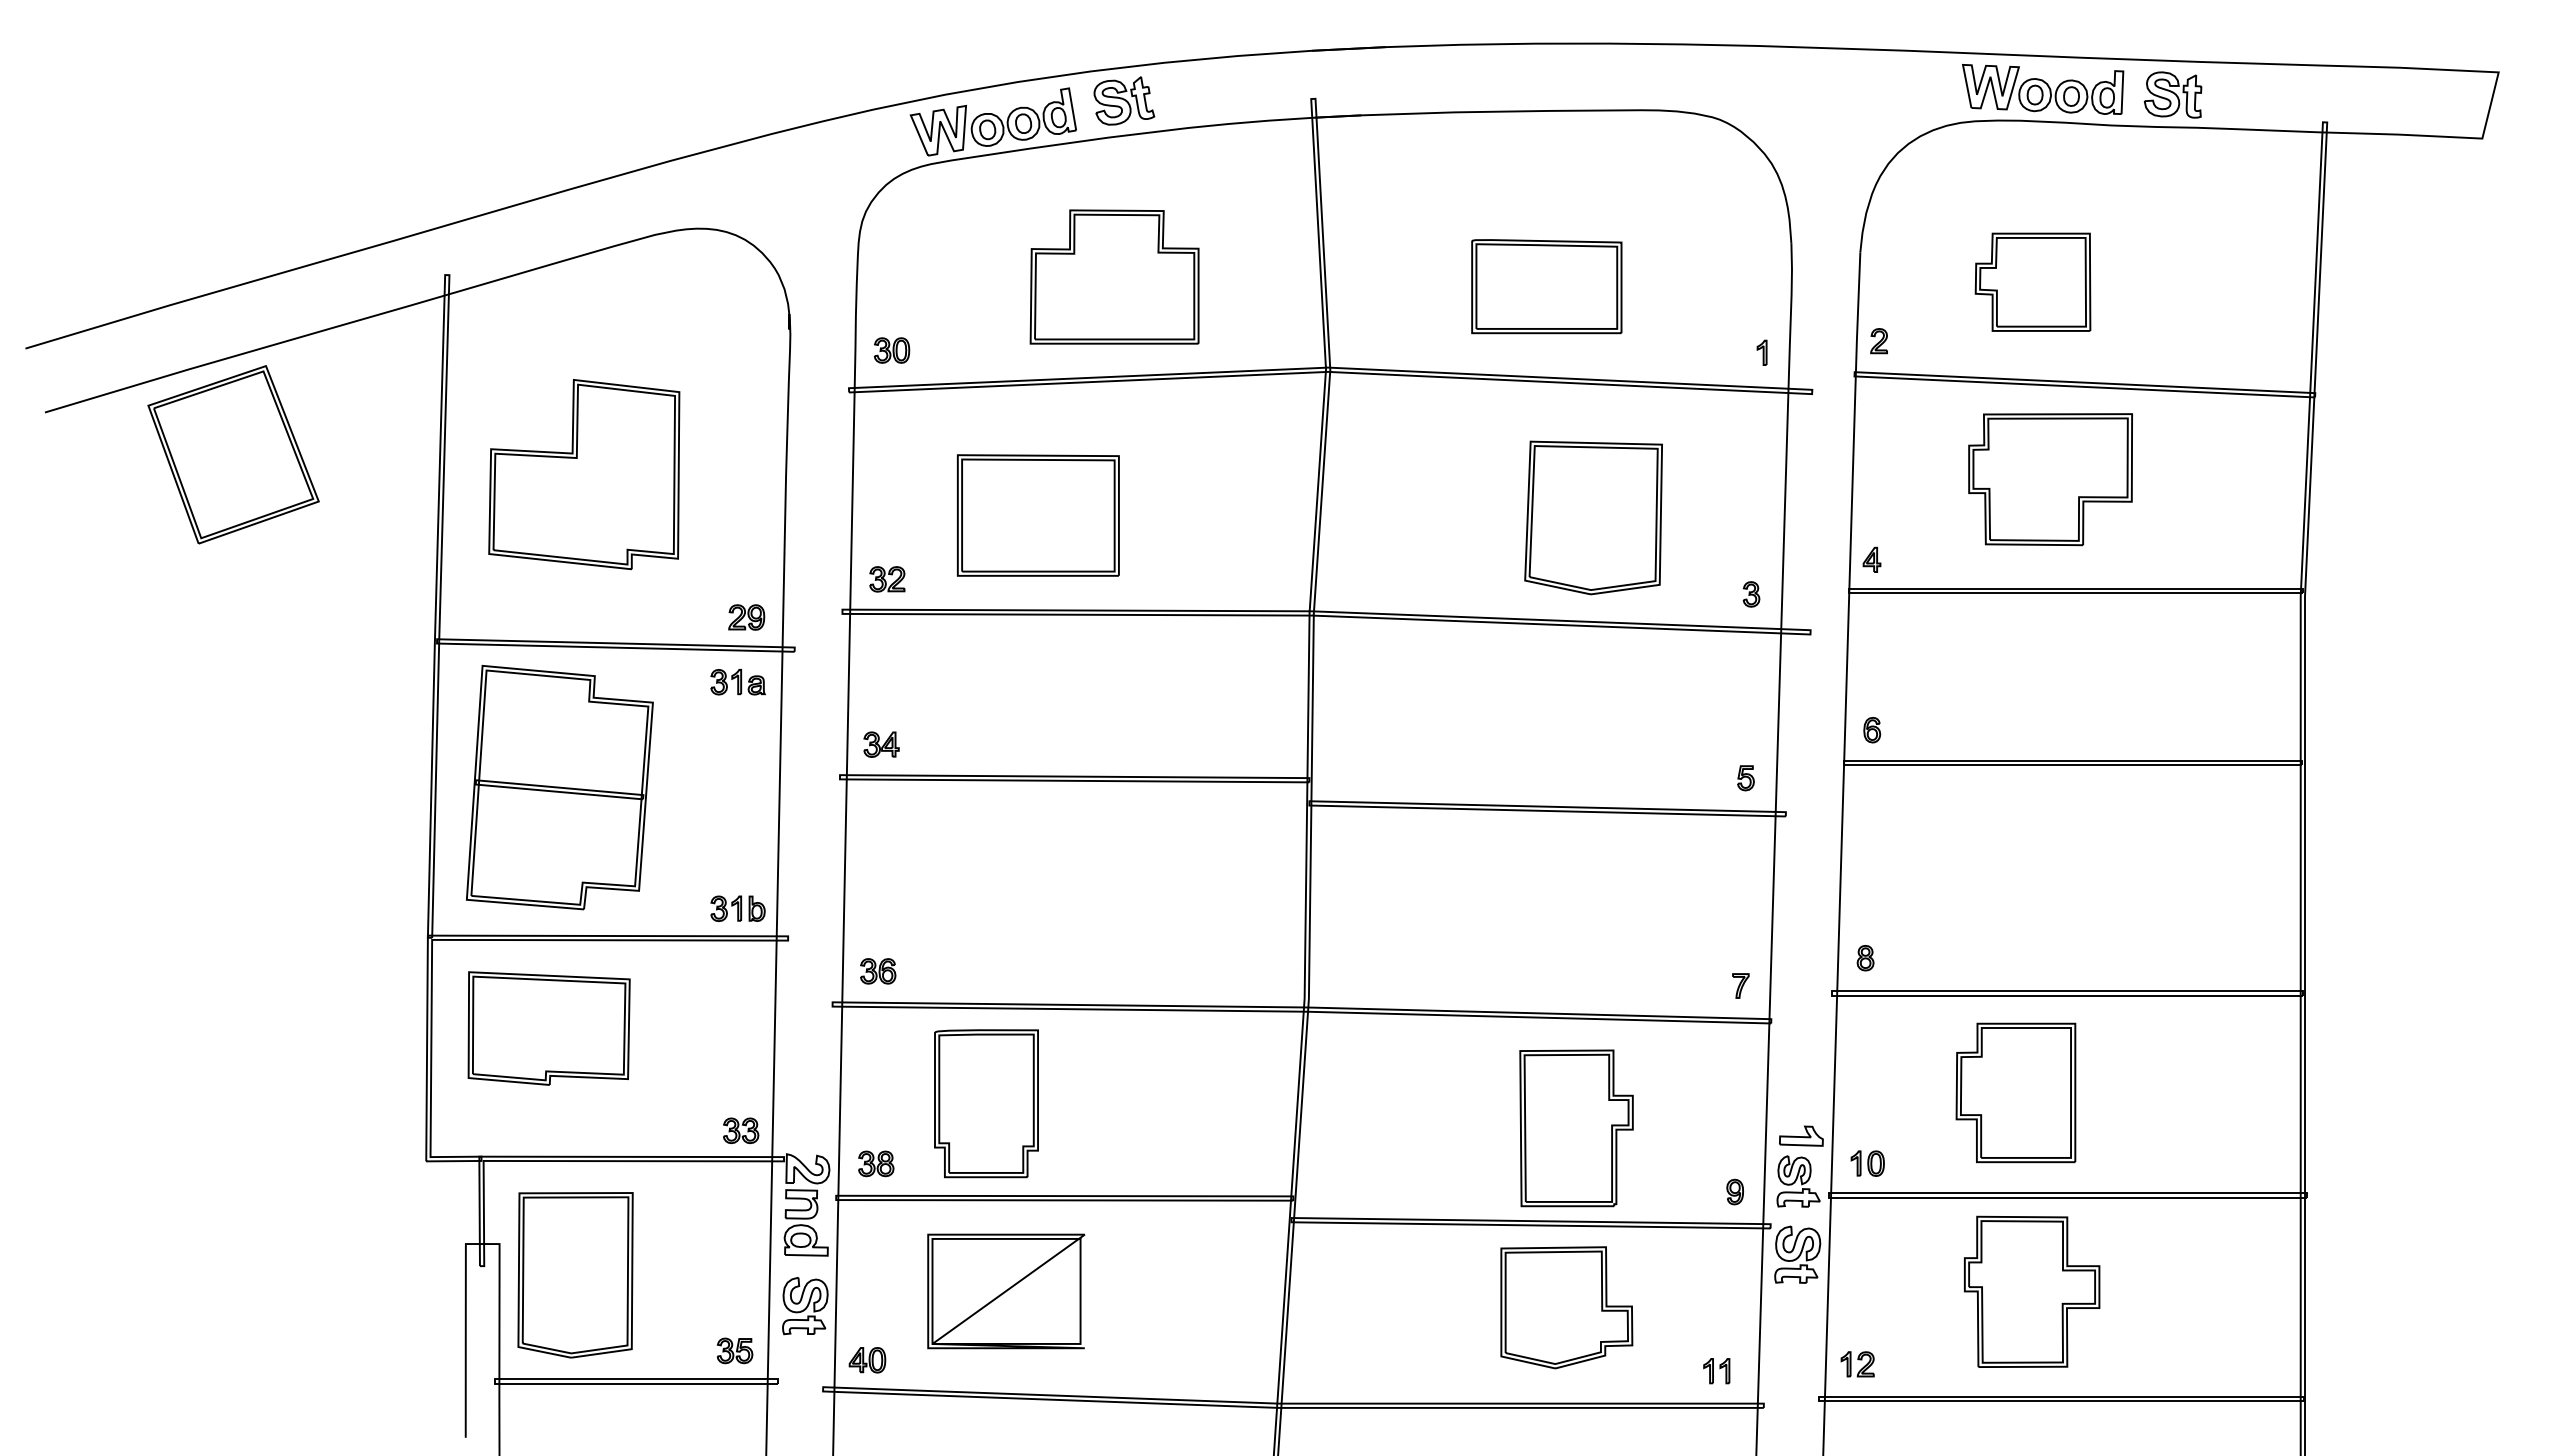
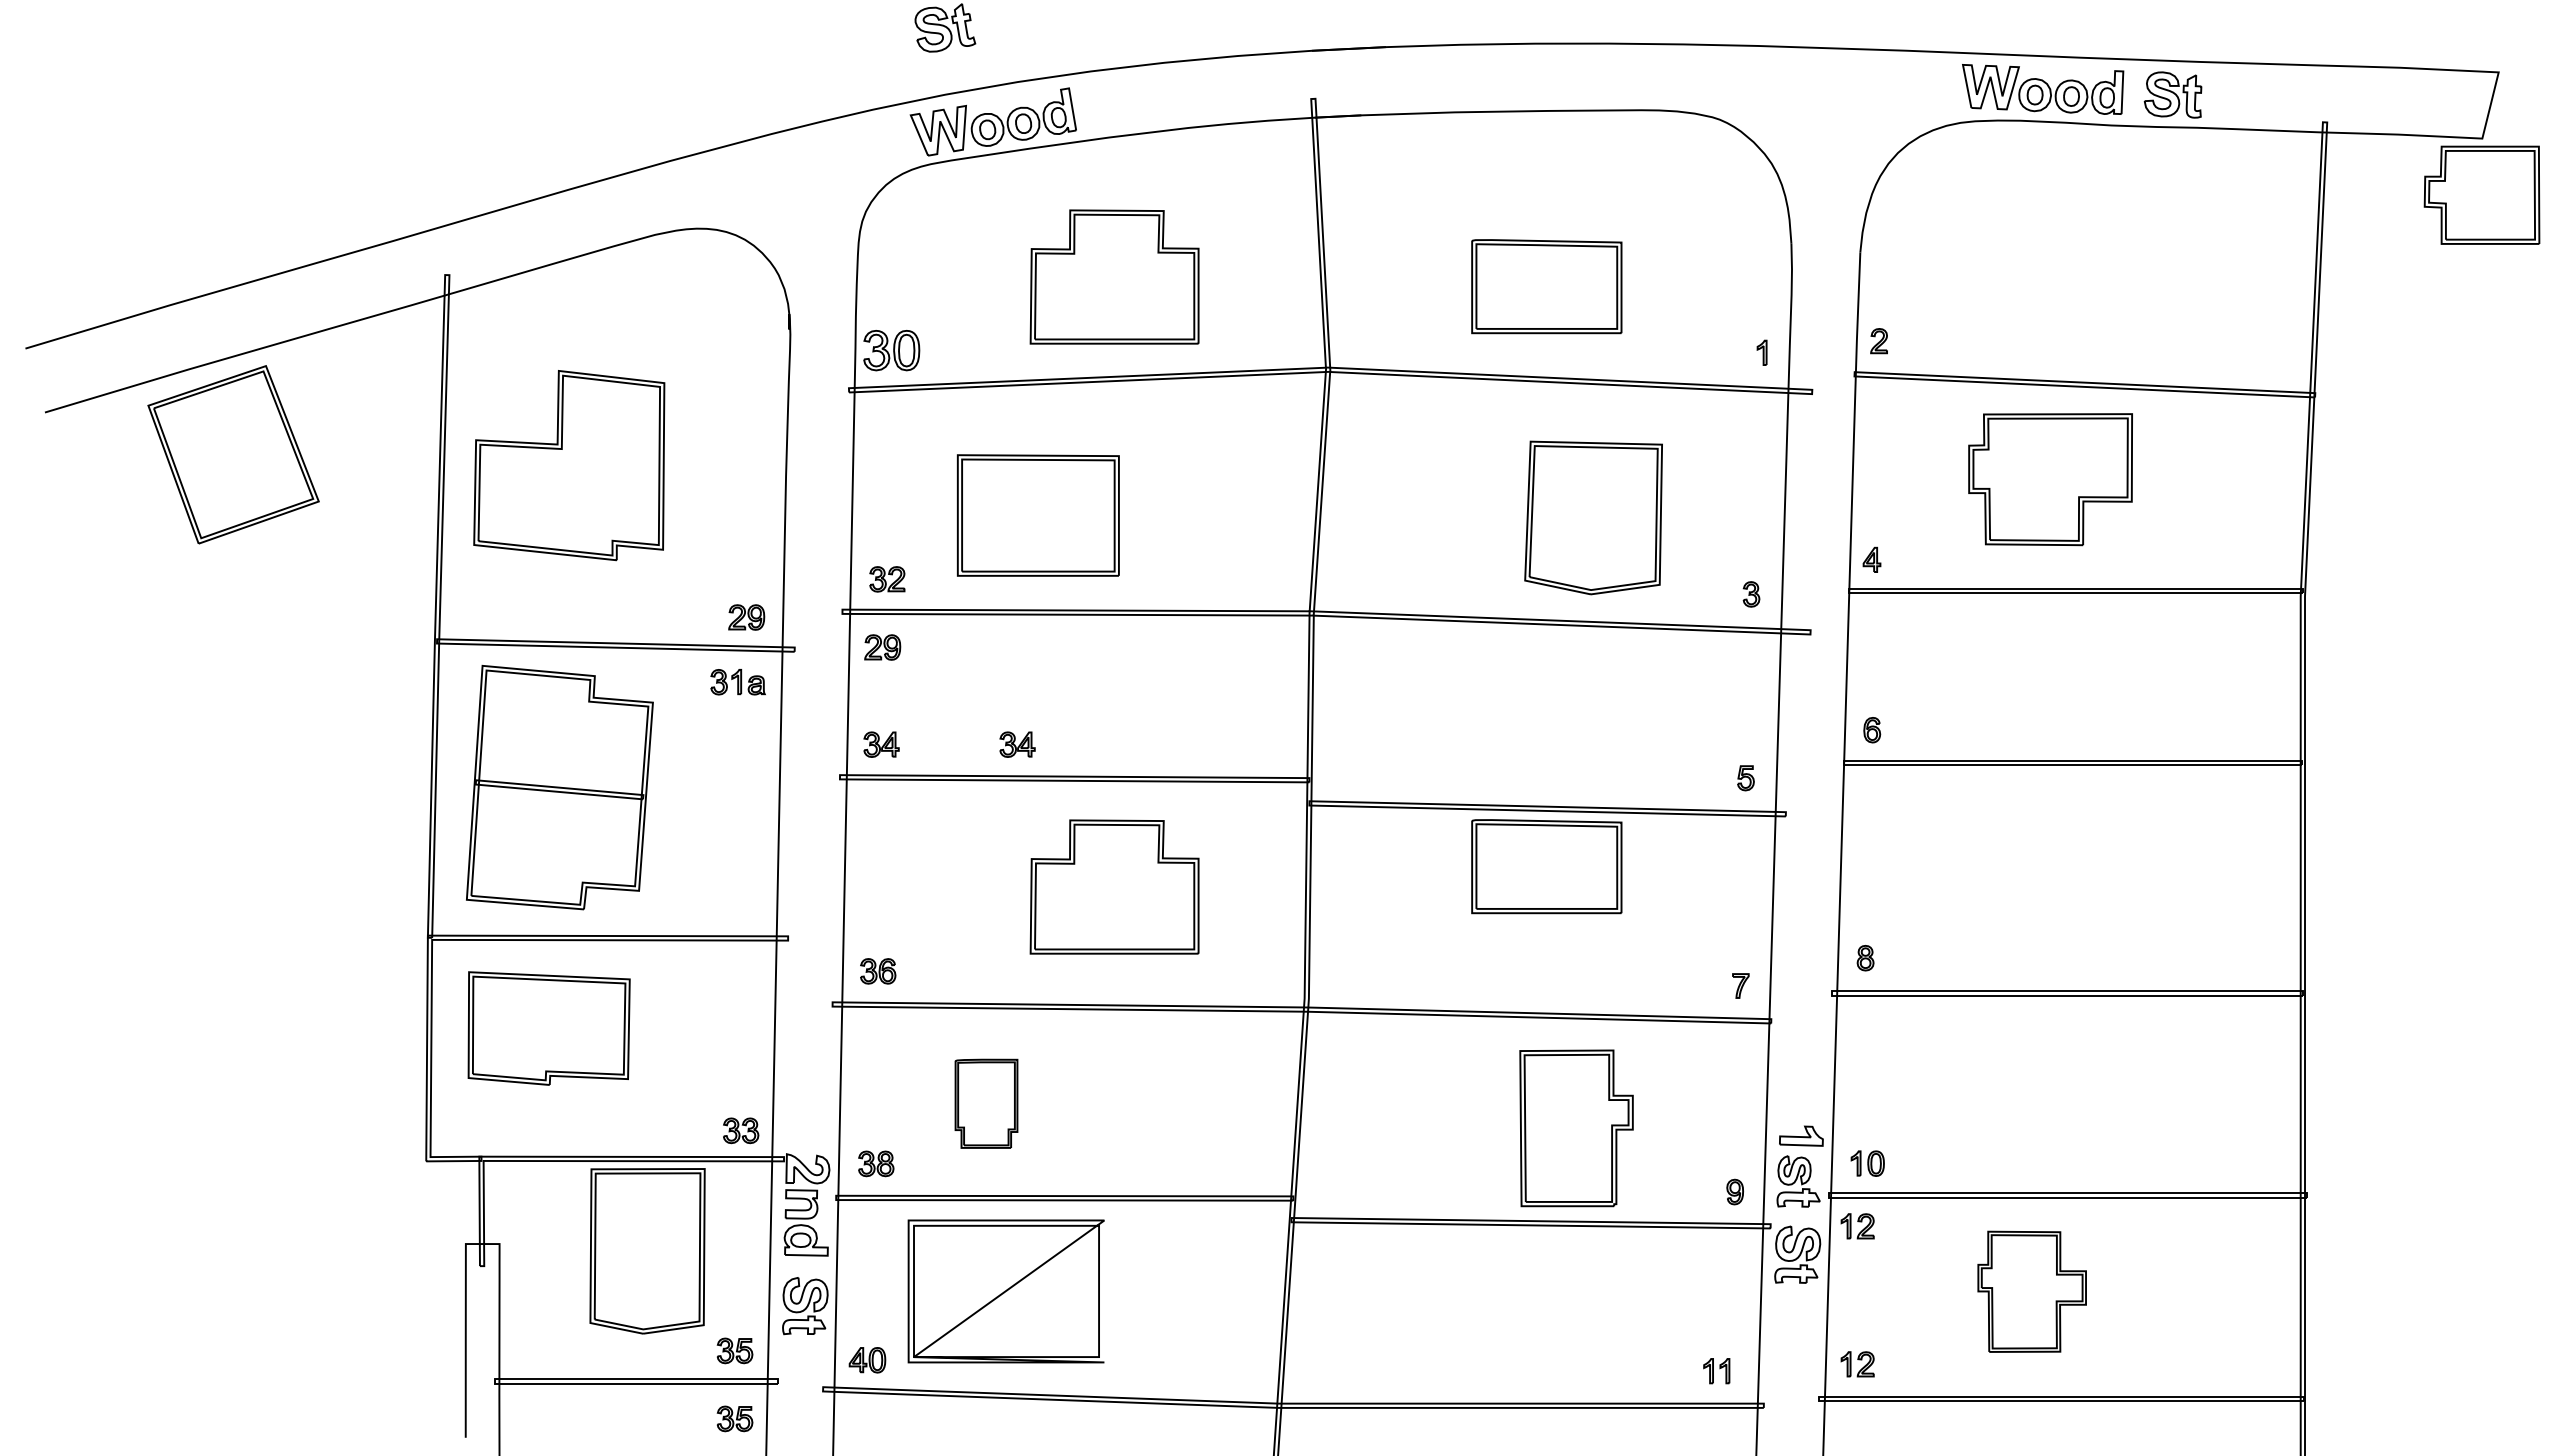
part at (1124, 100) position: (1124, 100) -> (945, 27)
part at (2032, 281) position: (2032, 281) -> (2481, 194)
part at (892, 350) size: 37x27 px -> 58x42 px
part at (584, 474) position: (584, 474) -> (569, 465)
part at (882, 647): none -> present
part at (1017, 744): none -> present
part at (1546, 866): none -> present
part at (1114, 886): none -> present
part at (737, 908): present -> none
part at (2015, 1092): present -> none
part at (986, 1103) size: 105x150 px -> 65x91 px
part at (1857, 1226): none -> present
part at (575, 1275) position: (575, 1275) -> (647, 1251)
part at (1006, 1291) size: 159x117 px -> 198x145 px
part at (2032, 1291) size: 137x153 px -> 110x123 px
part at (1566, 1307): present -> none
part at (734, 1418): none -> present
